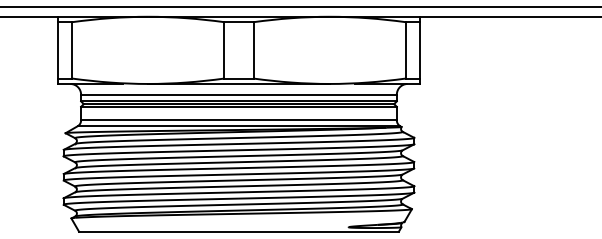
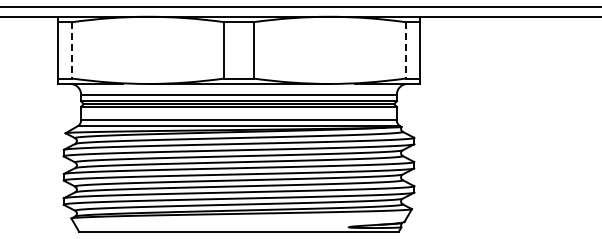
line at (72, 50): solid -> dashed
line at (405, 50): solid -> dashed
